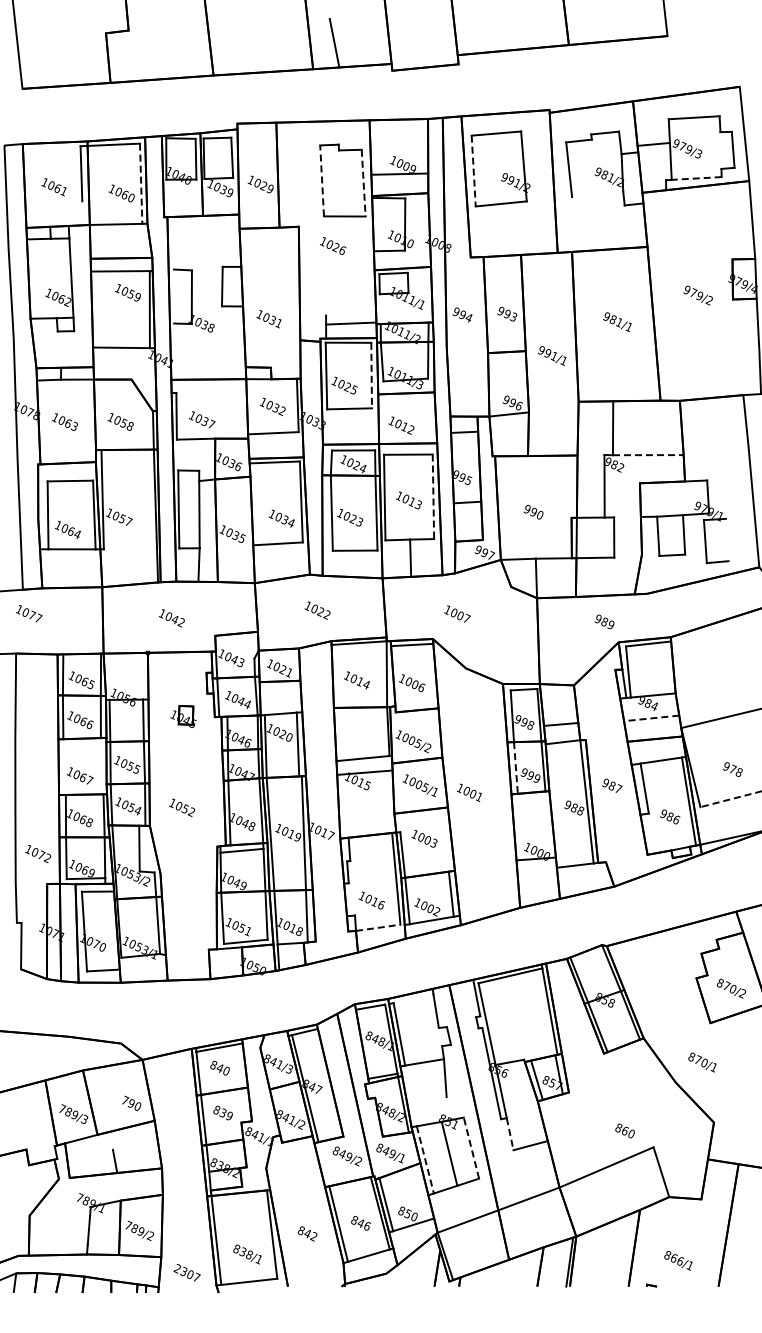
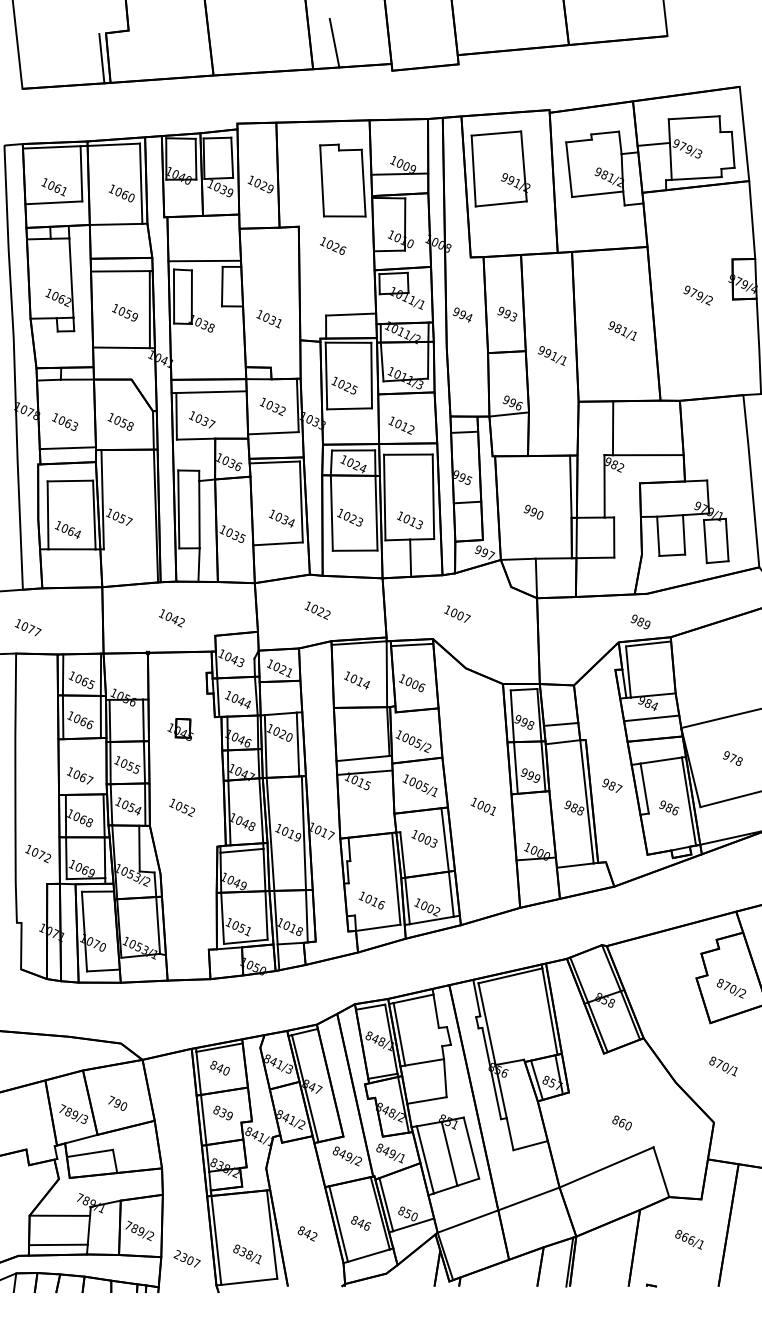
line at (101, 58): none -> present
line at (51, 147): none -> present
line at (473, 171): dashed -> solid
line at (696, 178): dashed -> solid
line at (322, 180): dashed -> solid
line at (363, 183): dashed -> solid
line at (141, 184): dashed -> solid
line at (597, 194): none -> present
line at (53, 202): none -> present
line at (204, 260): none -> present
text at (127, 292) position: (127, 292) -> (124, 312)
line at (173, 296): none -> present
text at (617, 322) position: (617, 322) -> (622, 331)
line at (351, 323) position: (351, 323) -> (351, 314)
line at (371, 375): dashed -> solid
line at (211, 392): none -> present
line at (67, 448): none -> present
line at (648, 455): dashed -> solid
line at (570, 486): none -> present
line at (433, 497): dashed -> solid
text at (408, 500) position: (408, 500) -> (409, 520)
line at (726, 539): none -> present
text at (28, 613) position: (28, 613) -> (27, 627)
text at (604, 621) position: (604, 621) -> (640, 621)
part at (183, 716) position: (183, 716) -> (180, 729)
line at (651, 718): dashed -> solid
line at (515, 768): dashed -> solid
text at (732, 769) position: (732, 769) -> (732, 758)
text at (468, 792) position: (468, 792) -> (482, 806)
line at (730, 799): dashed -> solid
text at (670, 816) position: (670, 816) -> (669, 807)
line at (444, 839): none -> present
line at (378, 927): dashed -> solid
line at (413, 998): none -> present
text at (702, 1062) position: (702, 1062) -> (723, 1066)
line at (426, 1100): none -> present
text at (131, 1102) position: (131, 1102) -> (117, 1102)
text at (624, 1130) position: (624, 1130) -> (621, 1122)
line at (510, 1134): dashed -> solid
line at (471, 1147): dashed -> solid
line at (89, 1153): none -> present
line at (425, 1159): dashed -> solid
line at (59, 1215): none -> present
line at (58, 1244): none -> present
text at (678, 1260) position: (678, 1260) -> (689, 1239)
text at (186, 1272) position: (186, 1272) -> (186, 1258)
